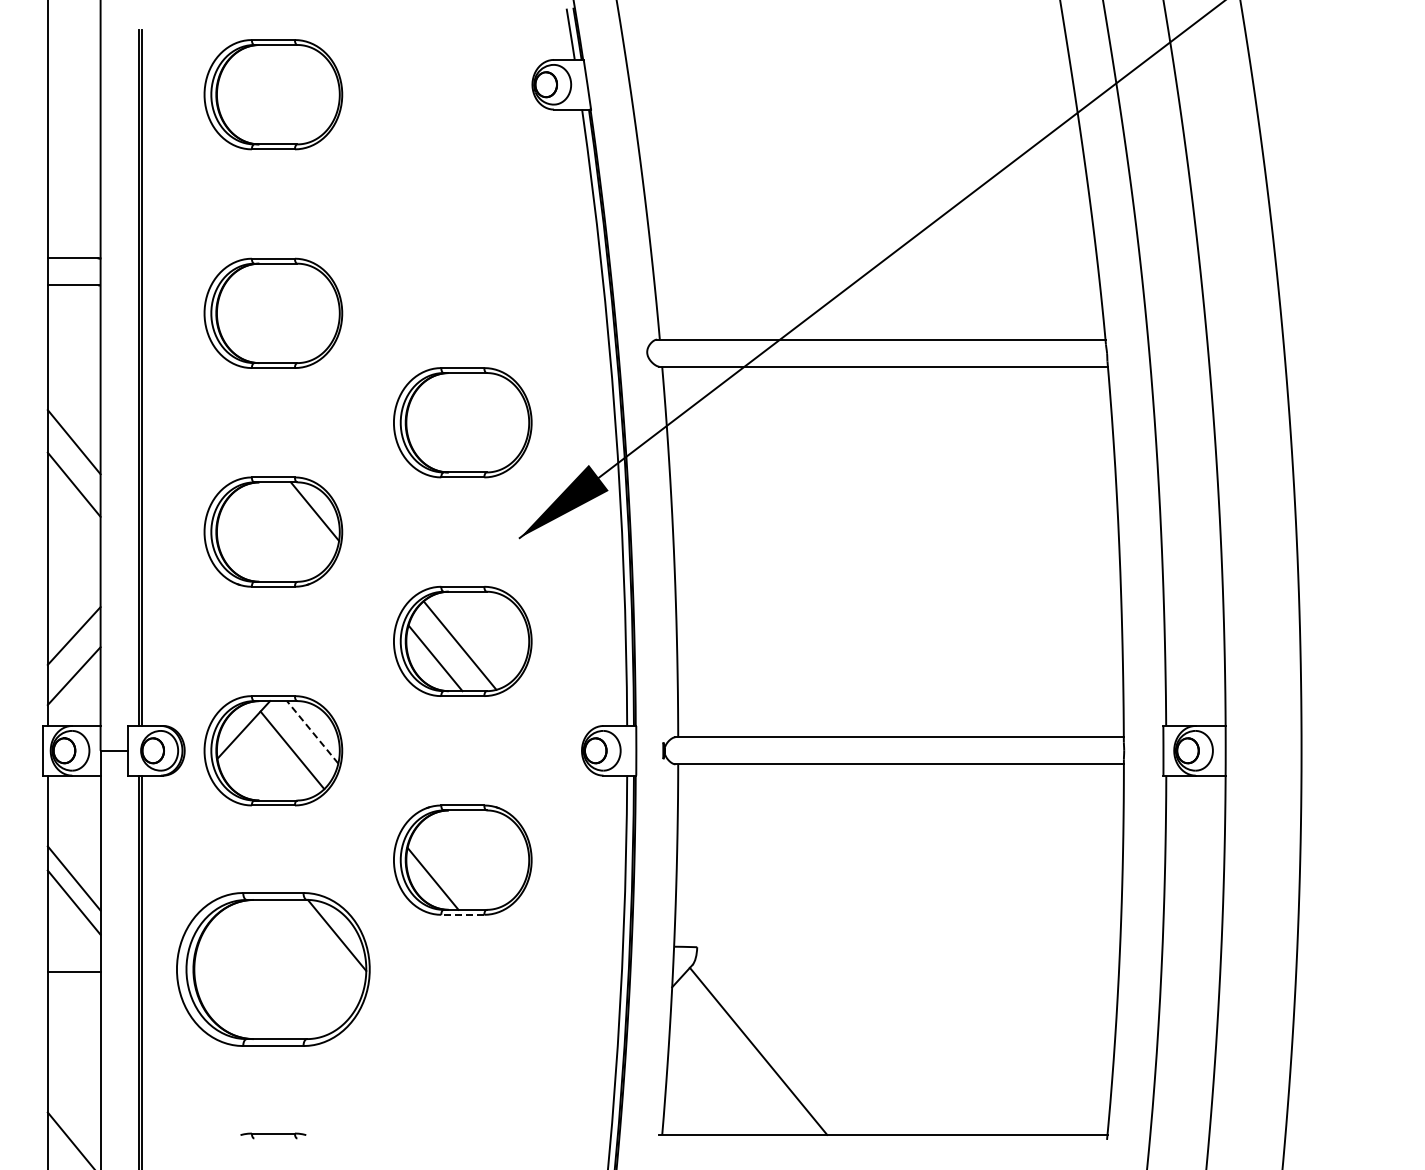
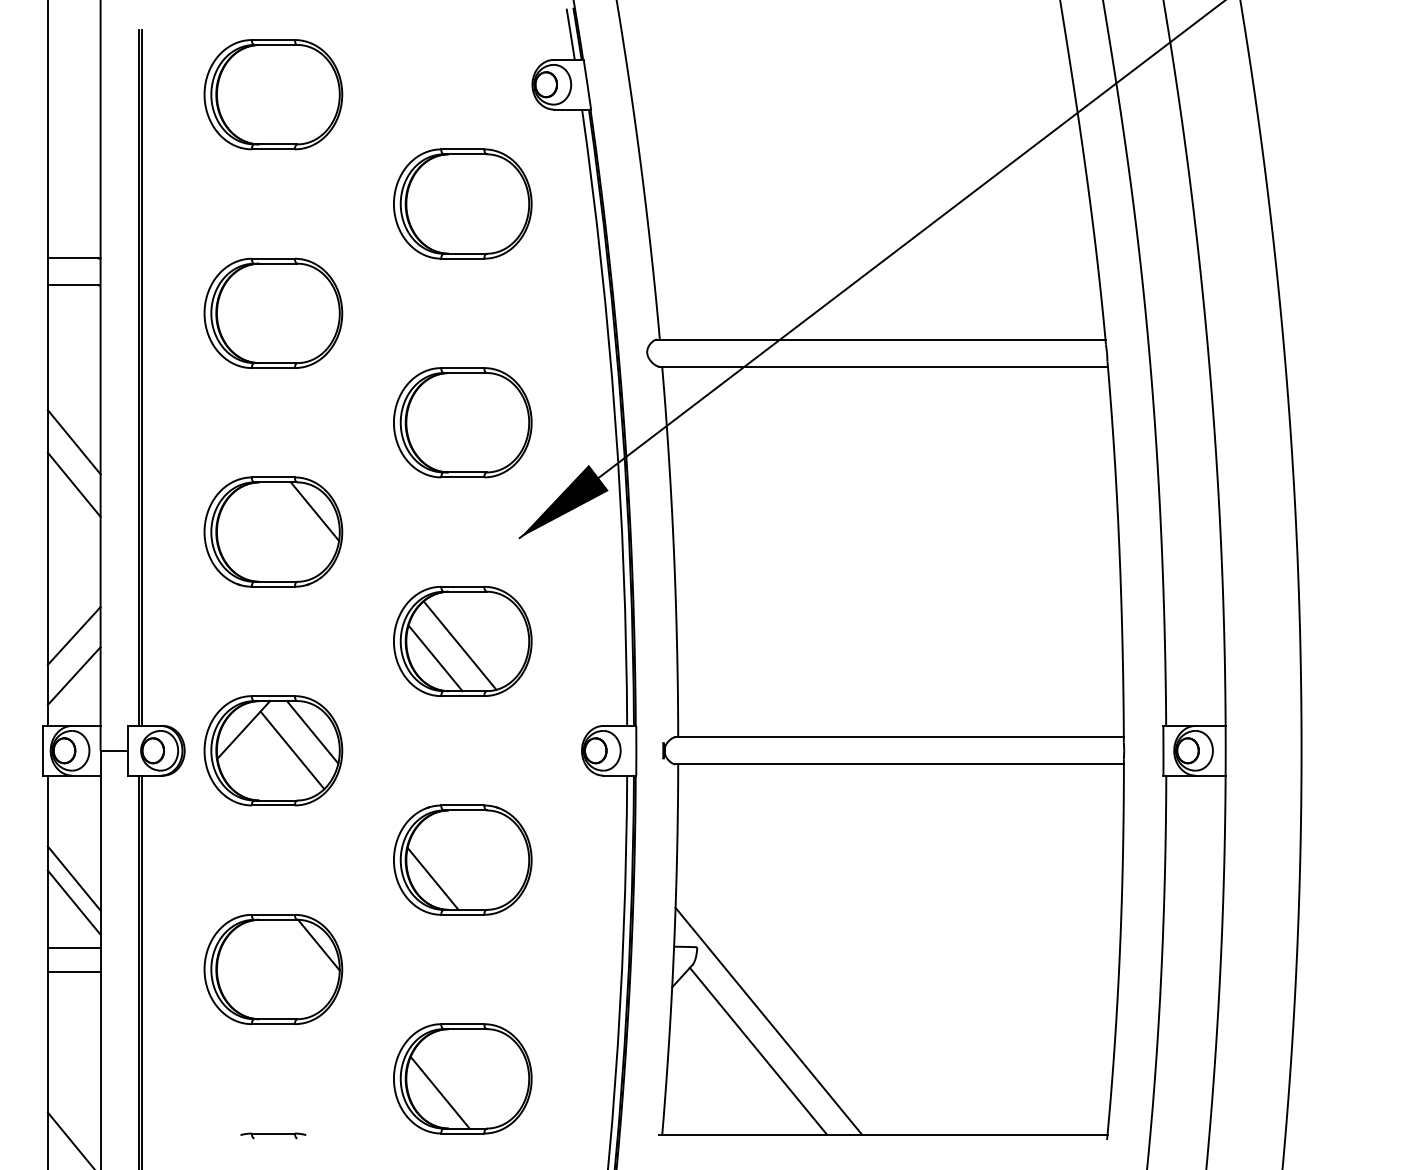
part at (462, 203): none -> present
line at (312, 731): dashed -> solid
line at (462, 914): dashed -> solid
line at (73, 948): none -> present
part at (273, 969) size: 195x155 px -> 141x111 px
line at (768, 1020): none -> present
part at (462, 1078): none -> present
